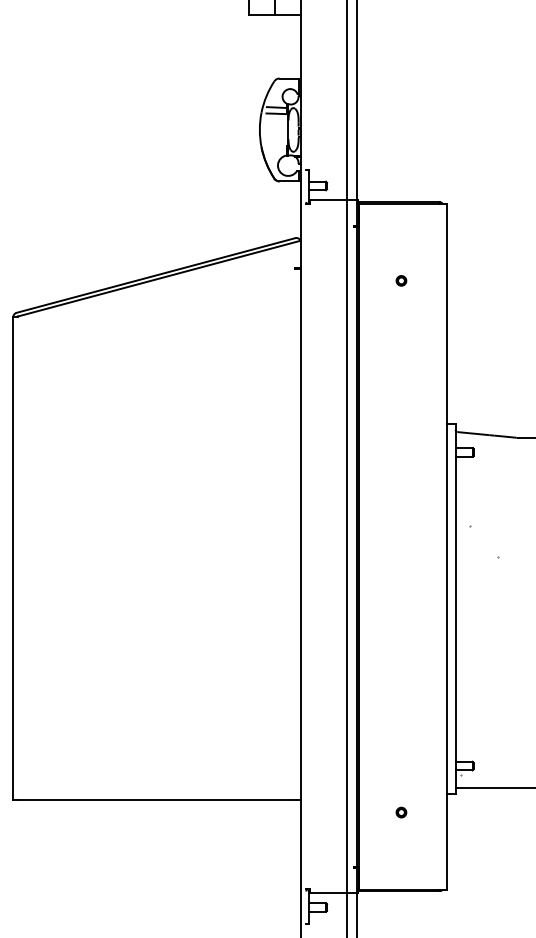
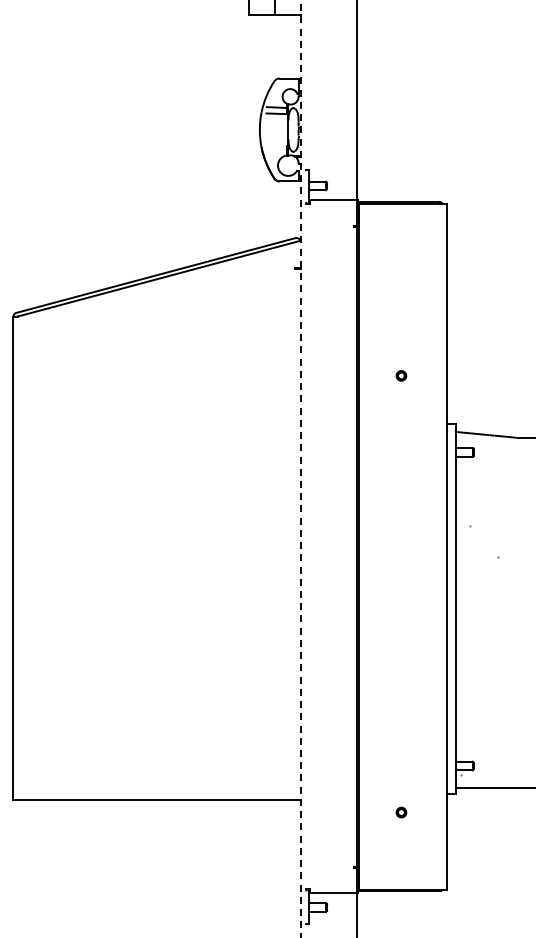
part at (401, 280) position: (401, 280) -> (401, 375)
line at (300, 468): solid -> dashed
line at (346, 468): present -> none
